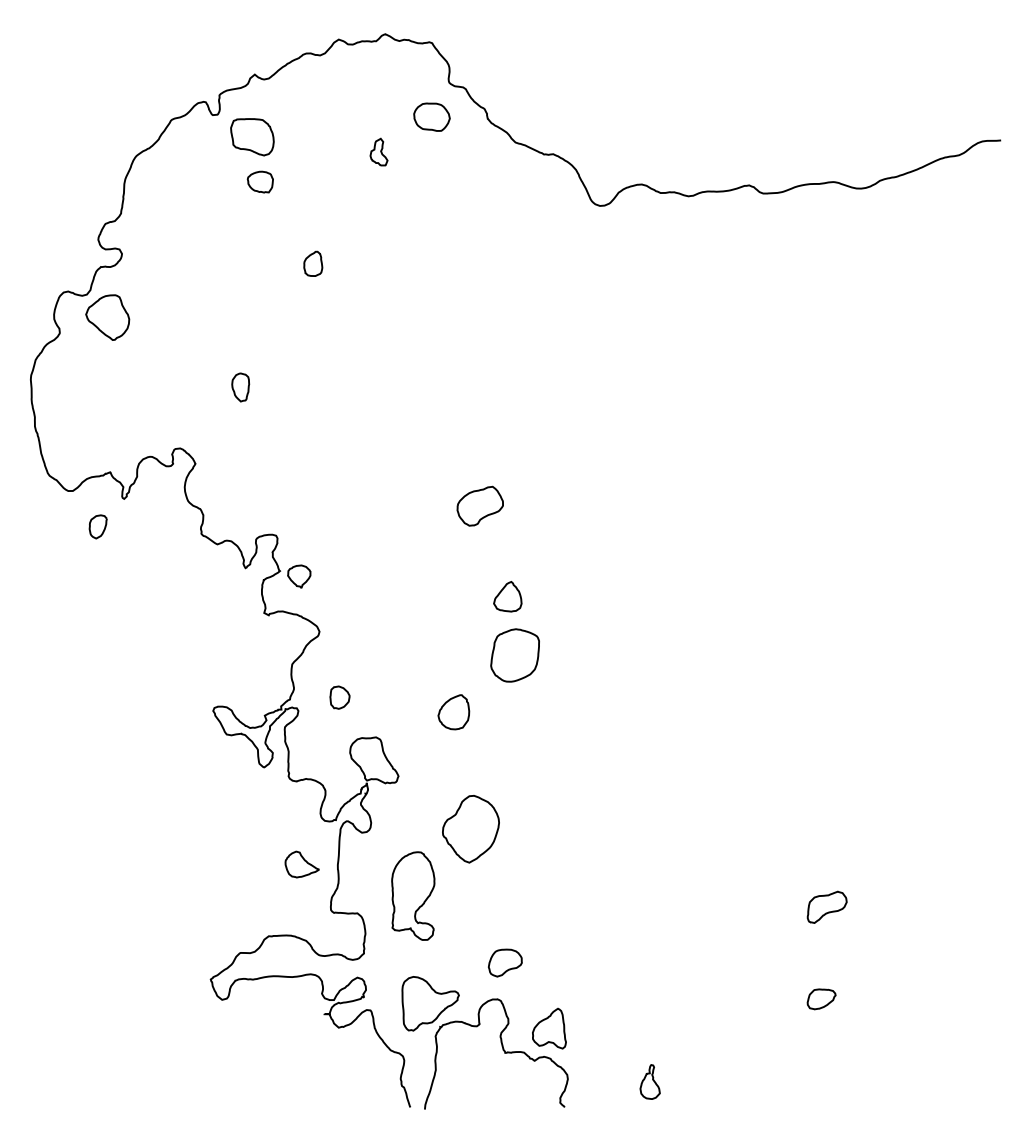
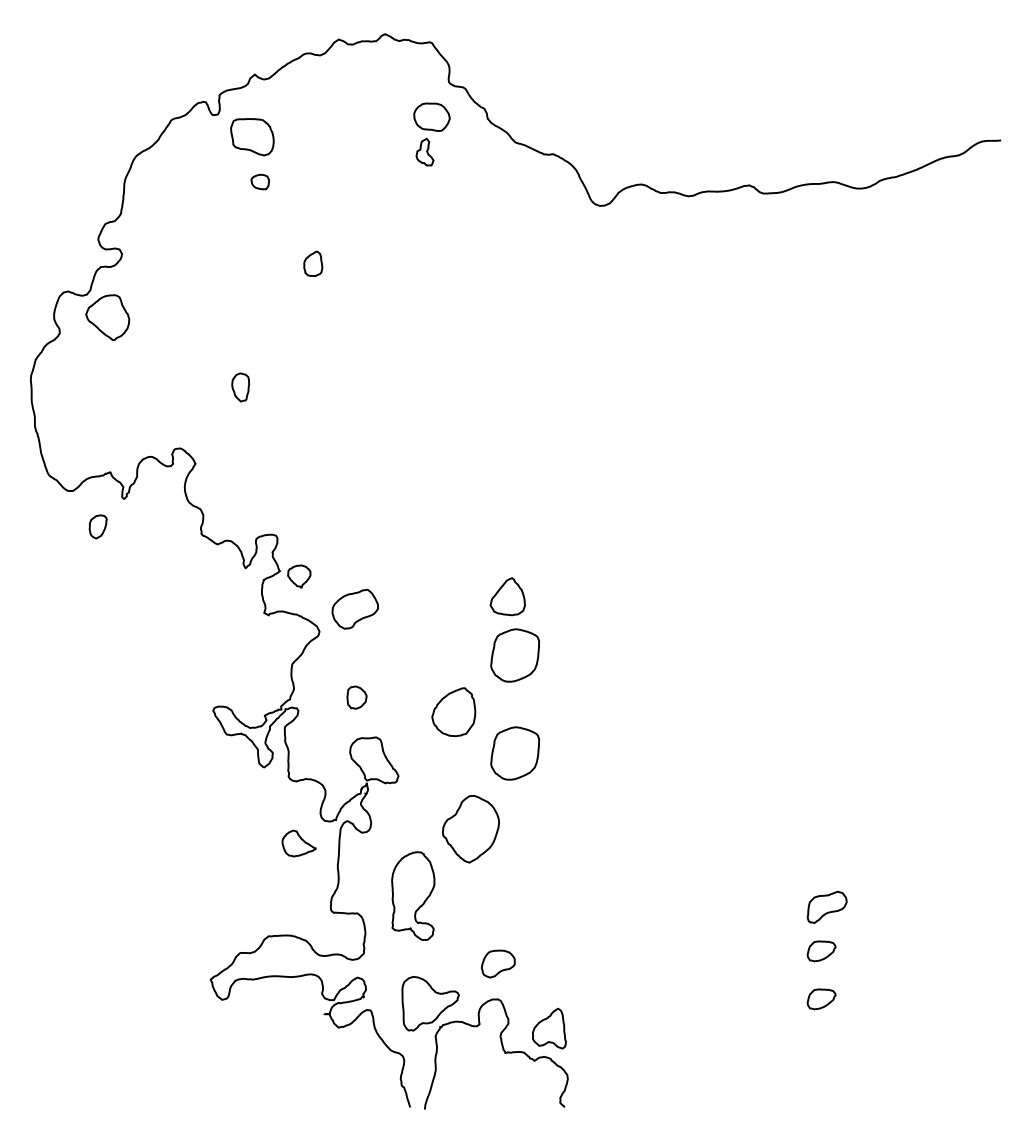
part at (378, 151) position: (378, 151) -> (424, 151)
part at (259, 181) size: 28x24 px -> 20x18 px
part at (479, 505) position: (479, 505) -> (354, 608)
part at (507, 596) size: 30x32 px -> 37x40 px
part at (339, 697) position: (339, 697) -> (356, 697)
part at (453, 712) size: 34x37 px -> 46x51 px
part at (514, 753): none -> present
part at (301, 864) position: (301, 864) -> (298, 843)
part at (821, 951): none -> present
part at (504, 962) position: (504, 962) -> (497, 963)
part at (649, 1081): present -> none
